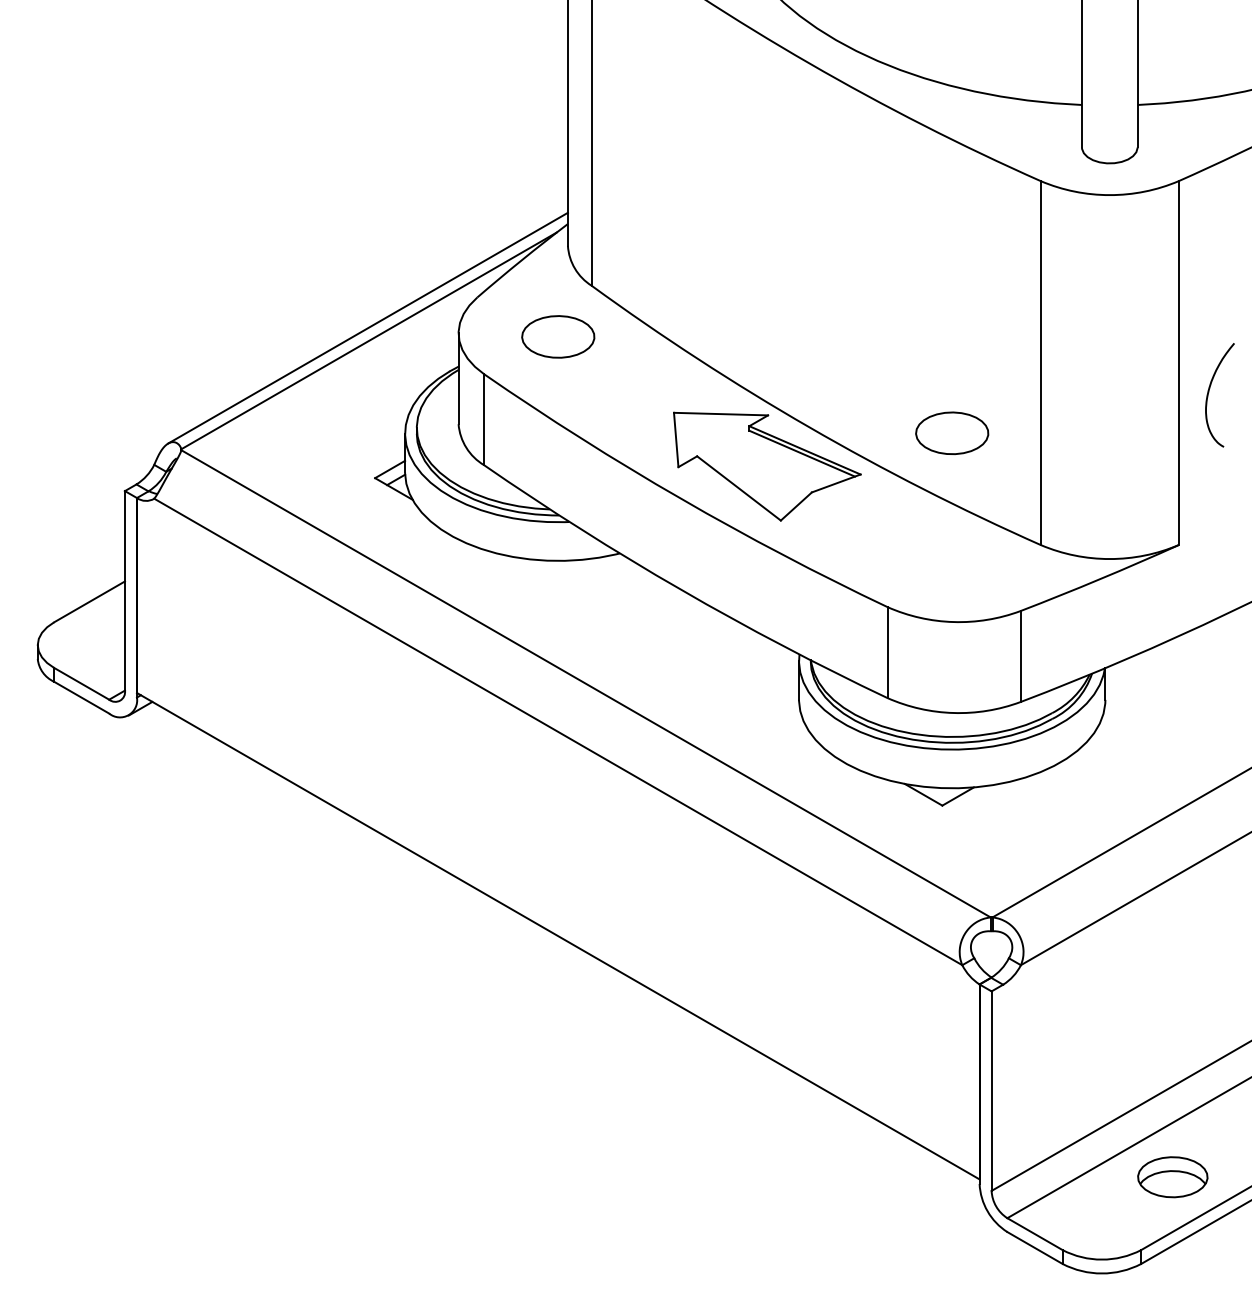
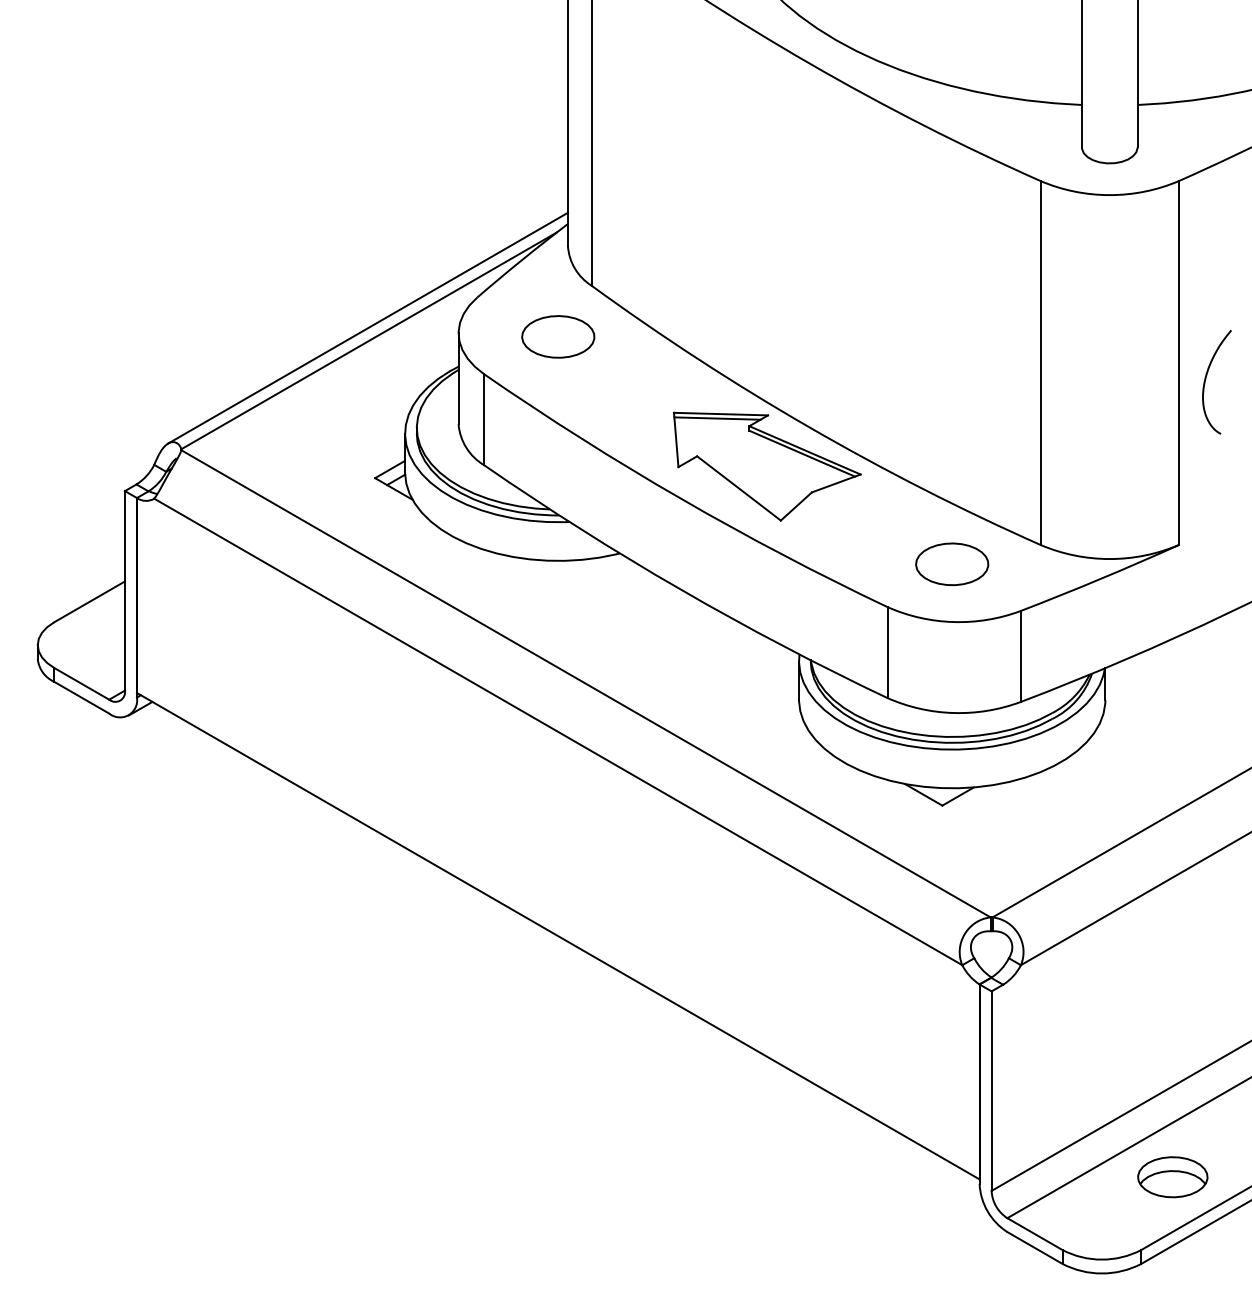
curve at (1209, 392) position: (1209, 392) -> (1206, 379)
line at (717, 418): none -> present
part at (952, 432) position: (952, 432) -> (952, 563)
